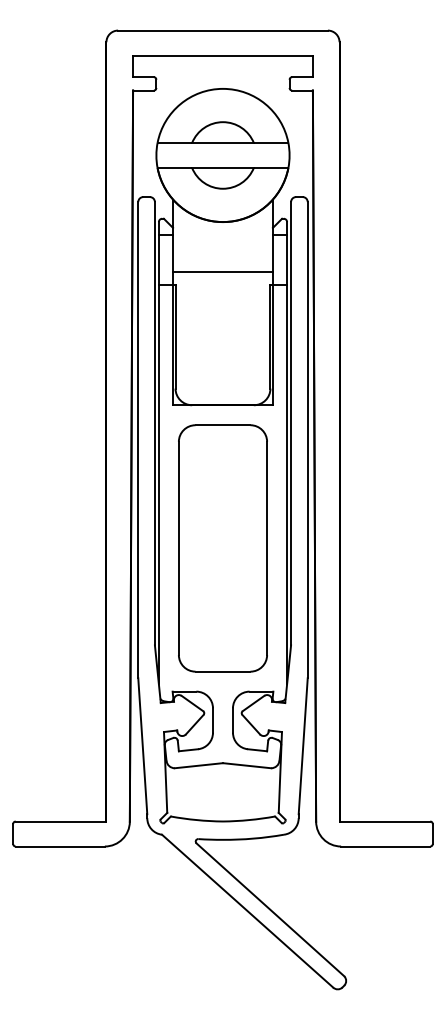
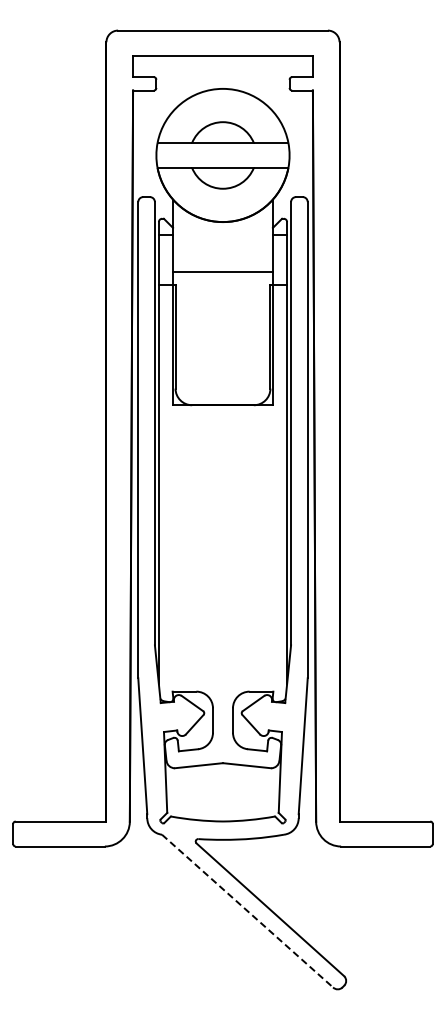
part at (222, 548): present -> none
line at (247, 911): solid -> dashed
